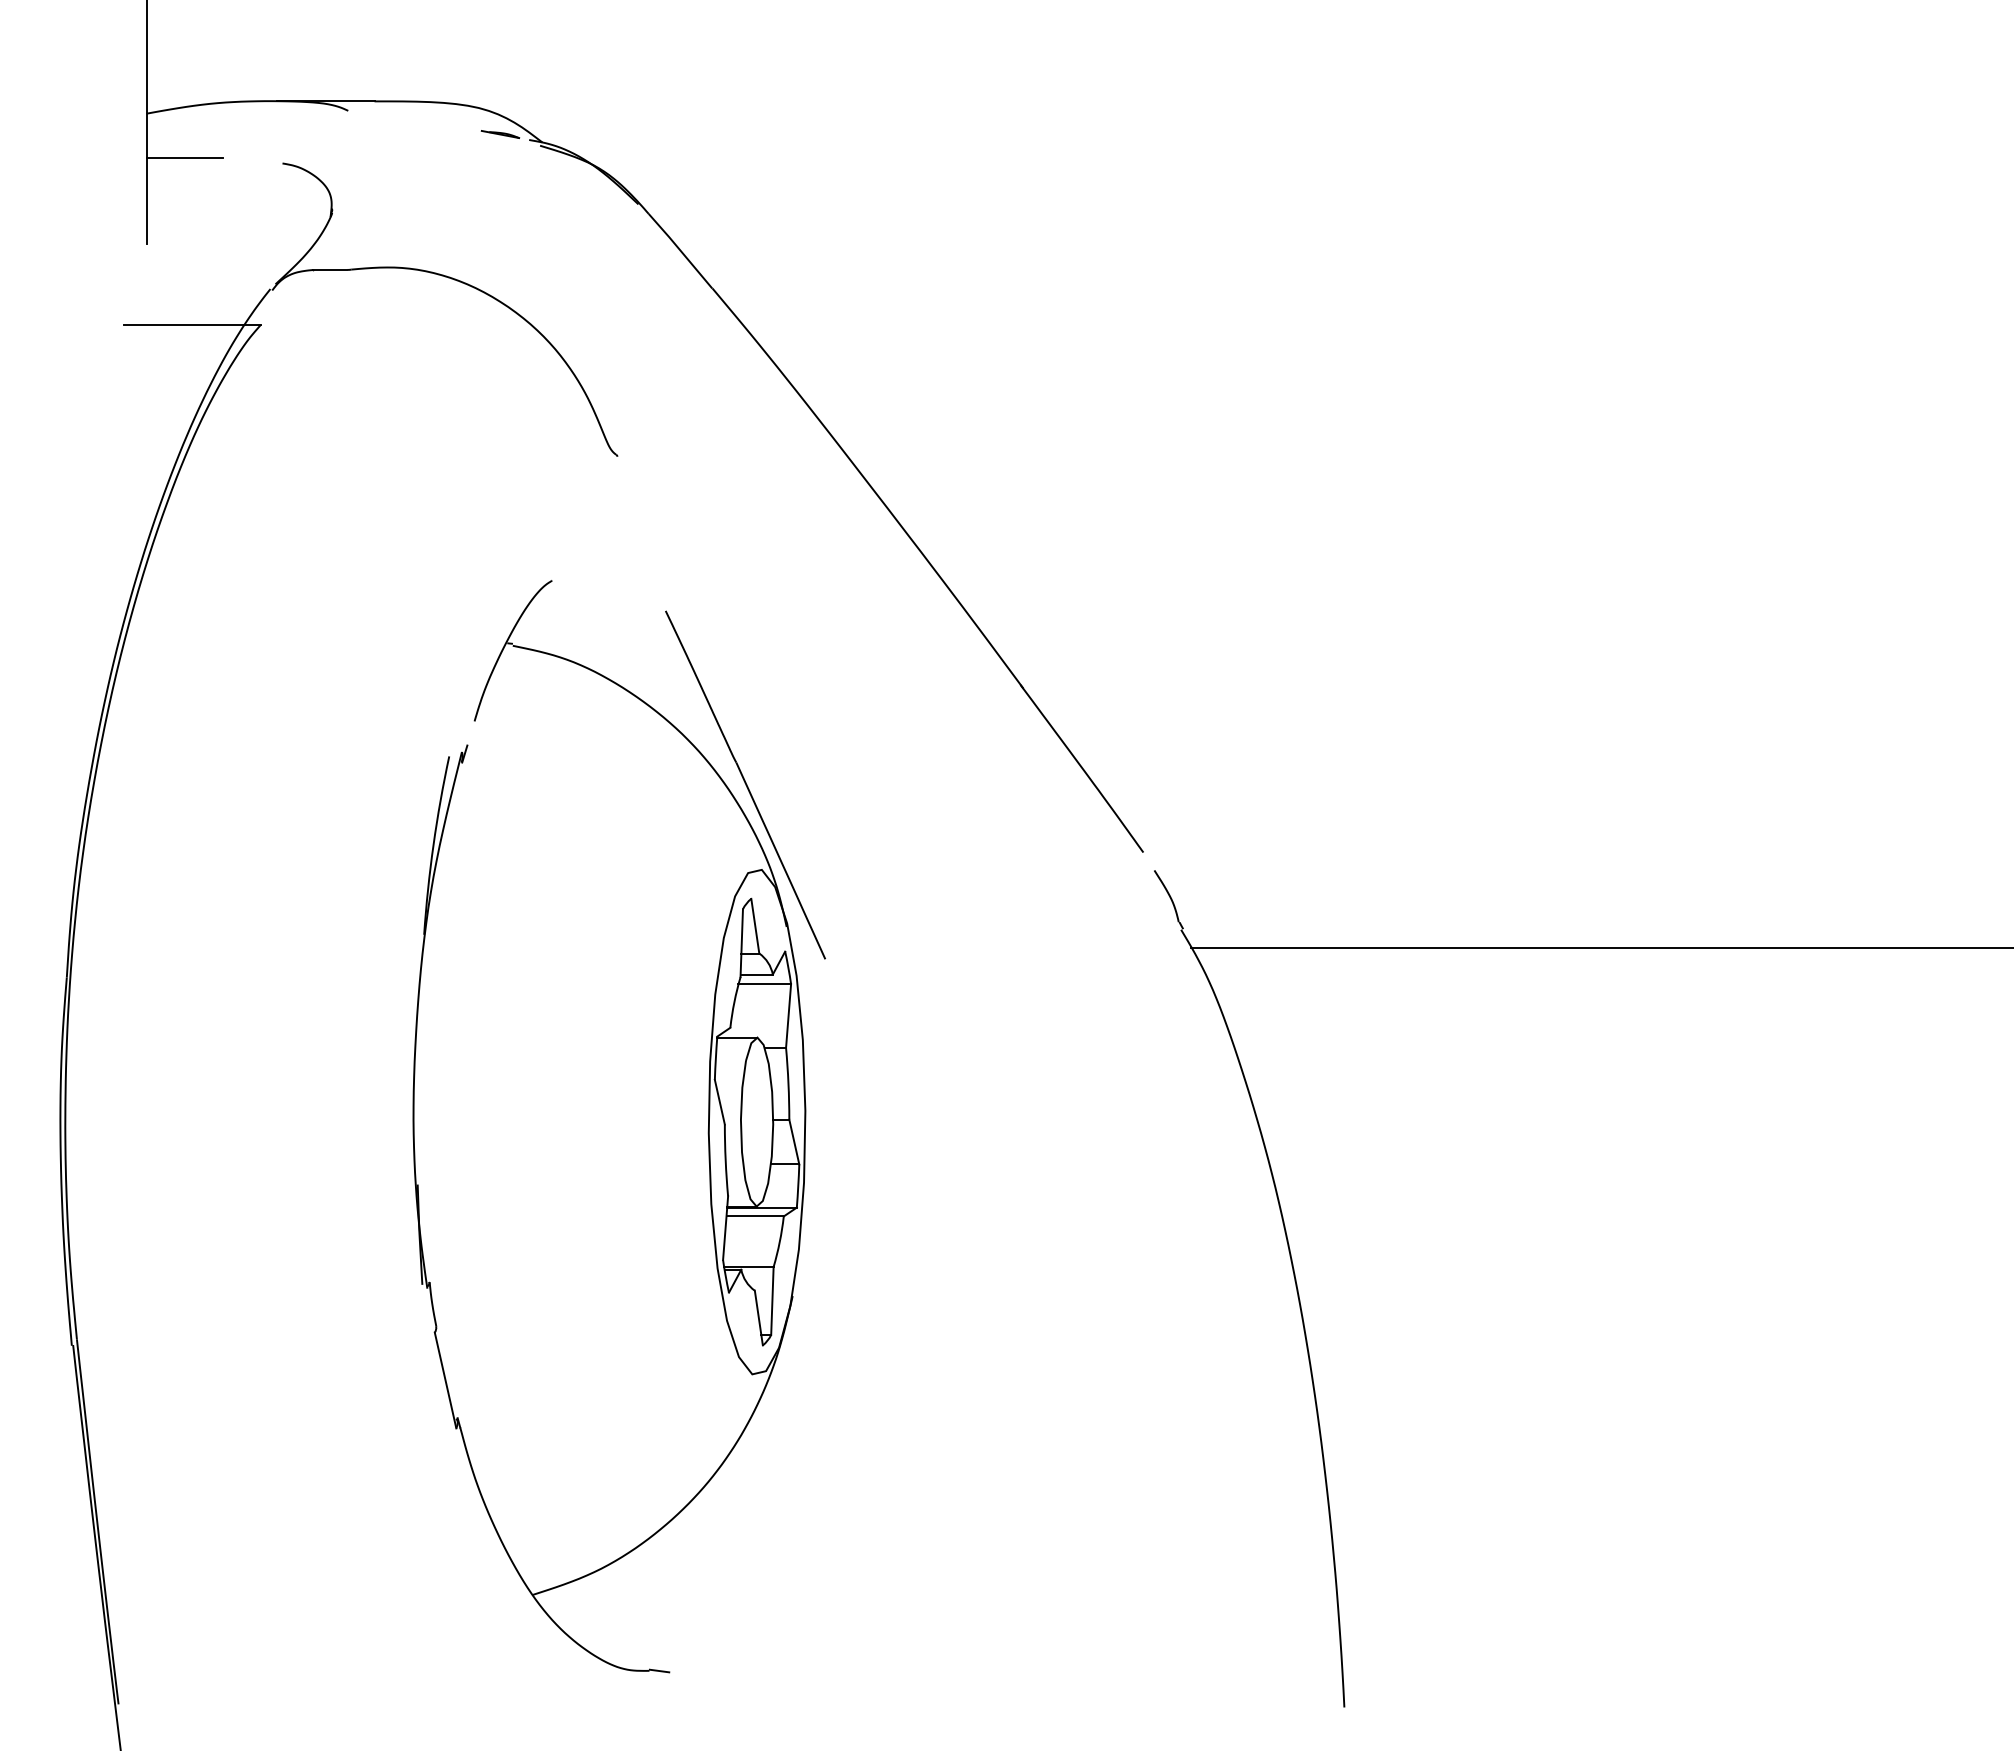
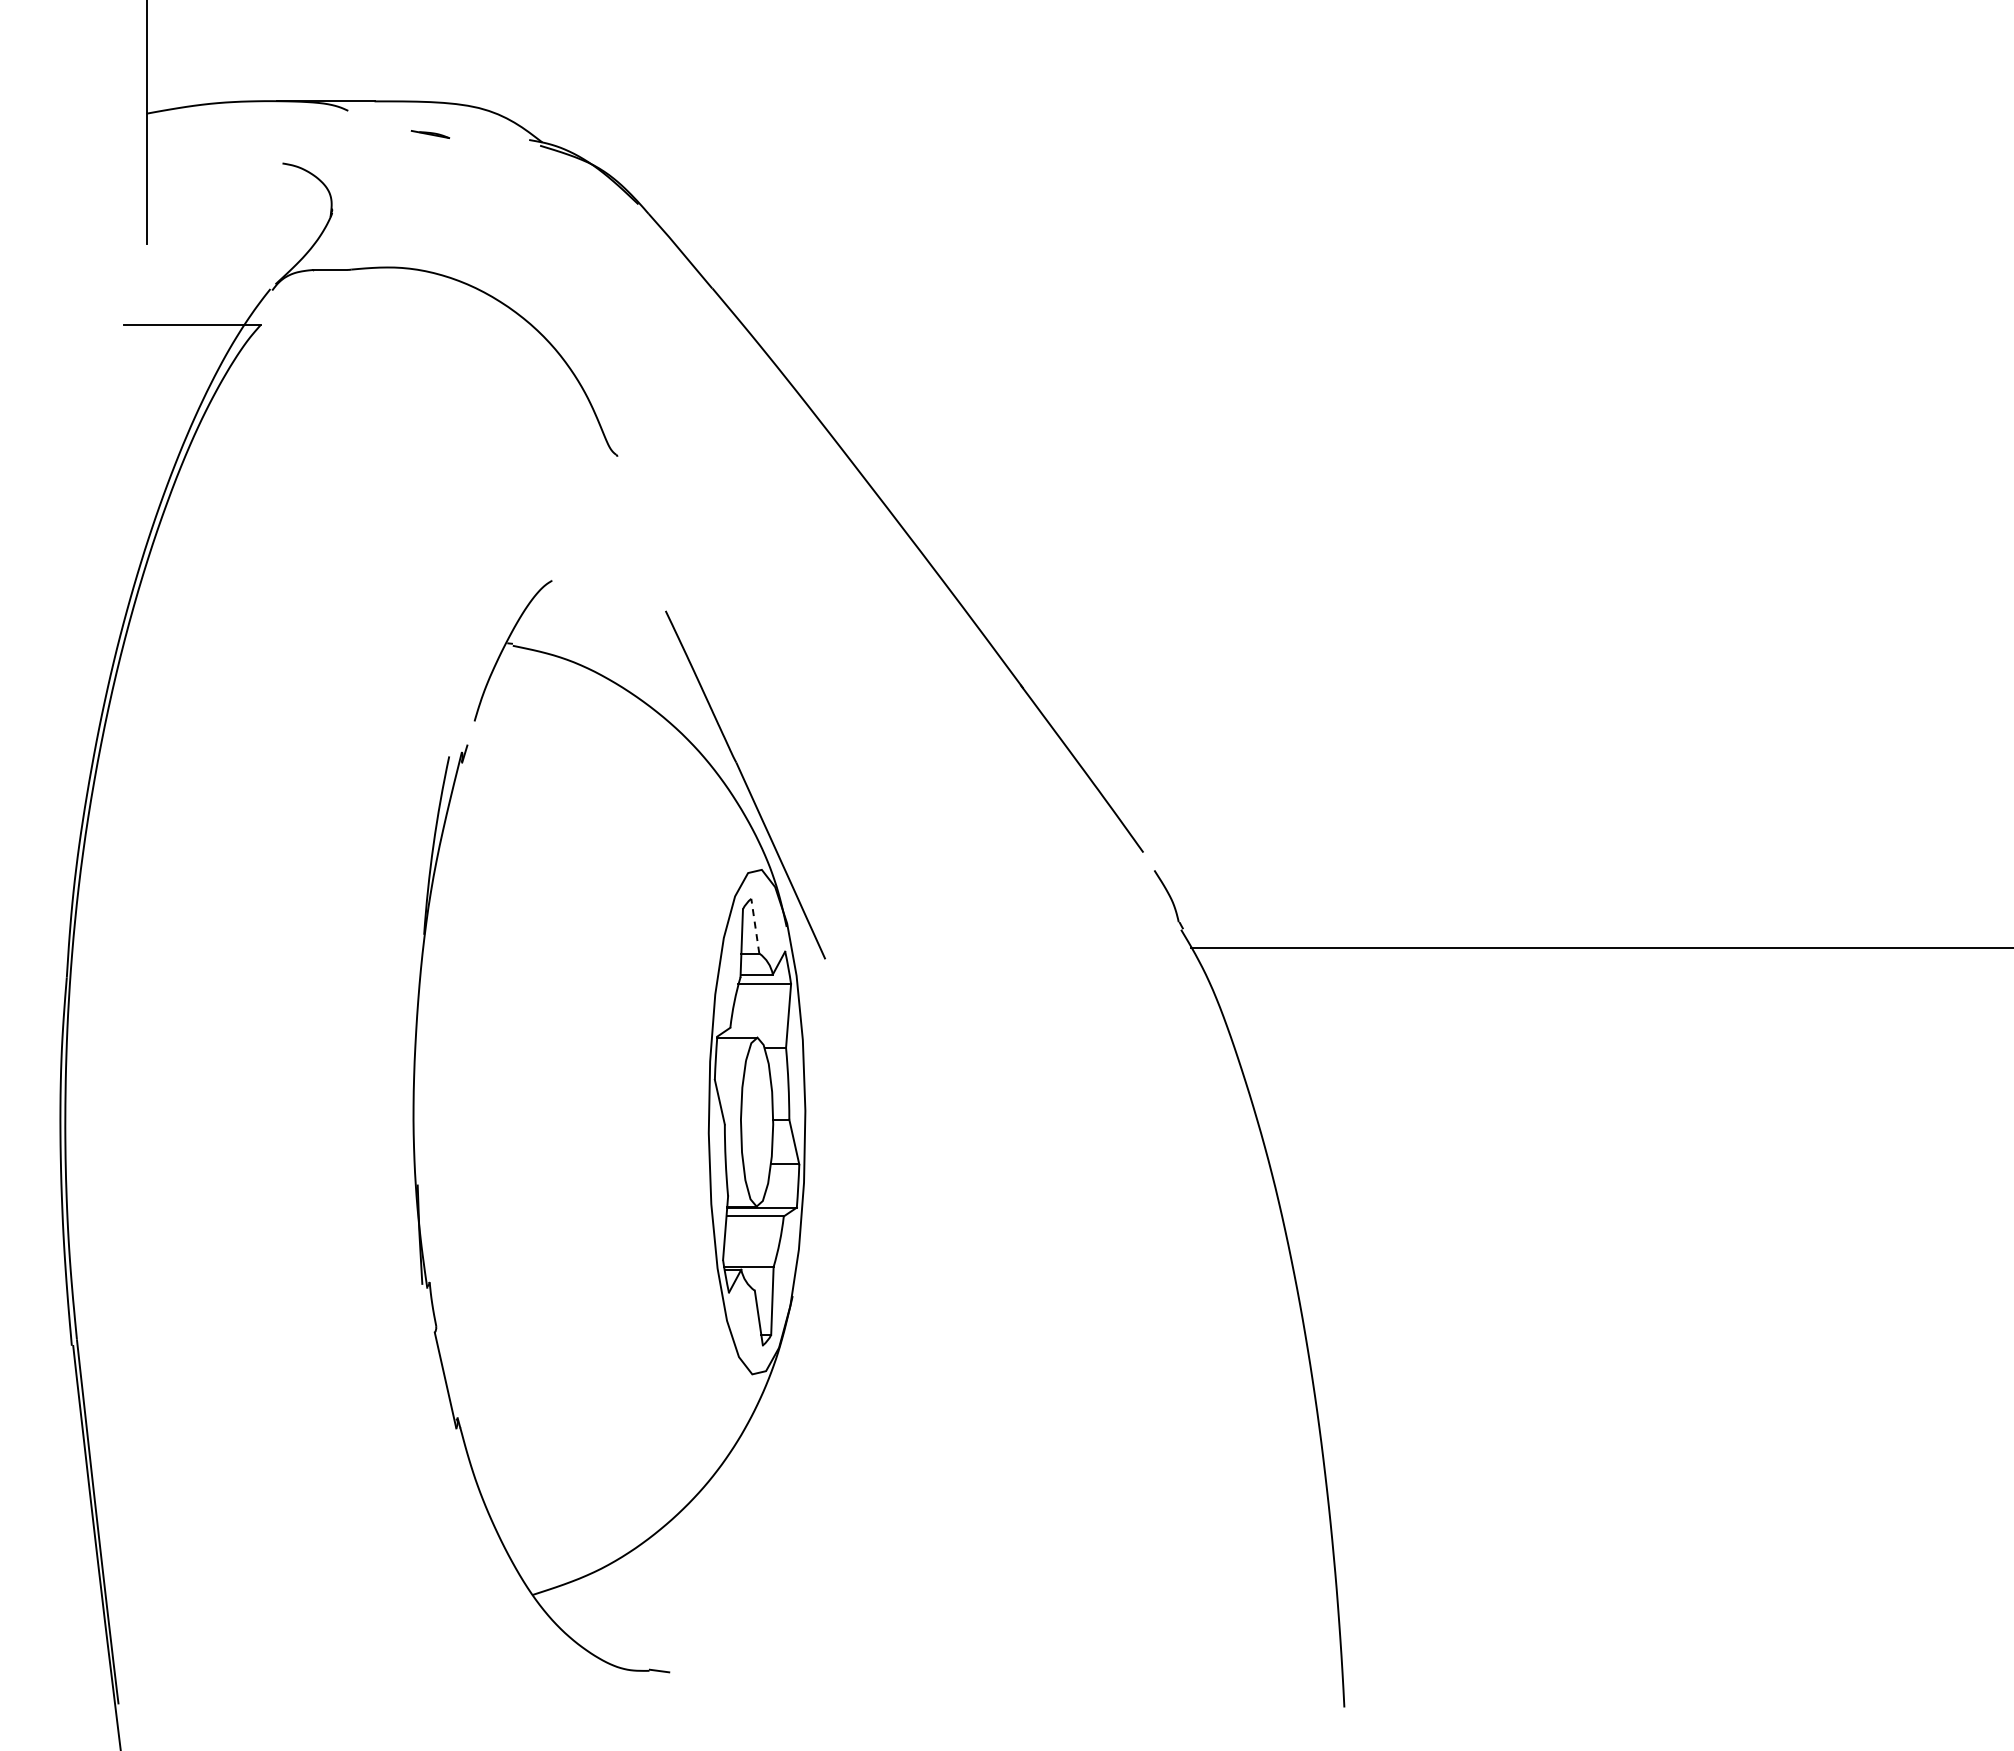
line at (500, 134) position: (500, 134) -> (430, 134)
line at (184, 157): present -> none
line at (755, 926): solid -> dashed
